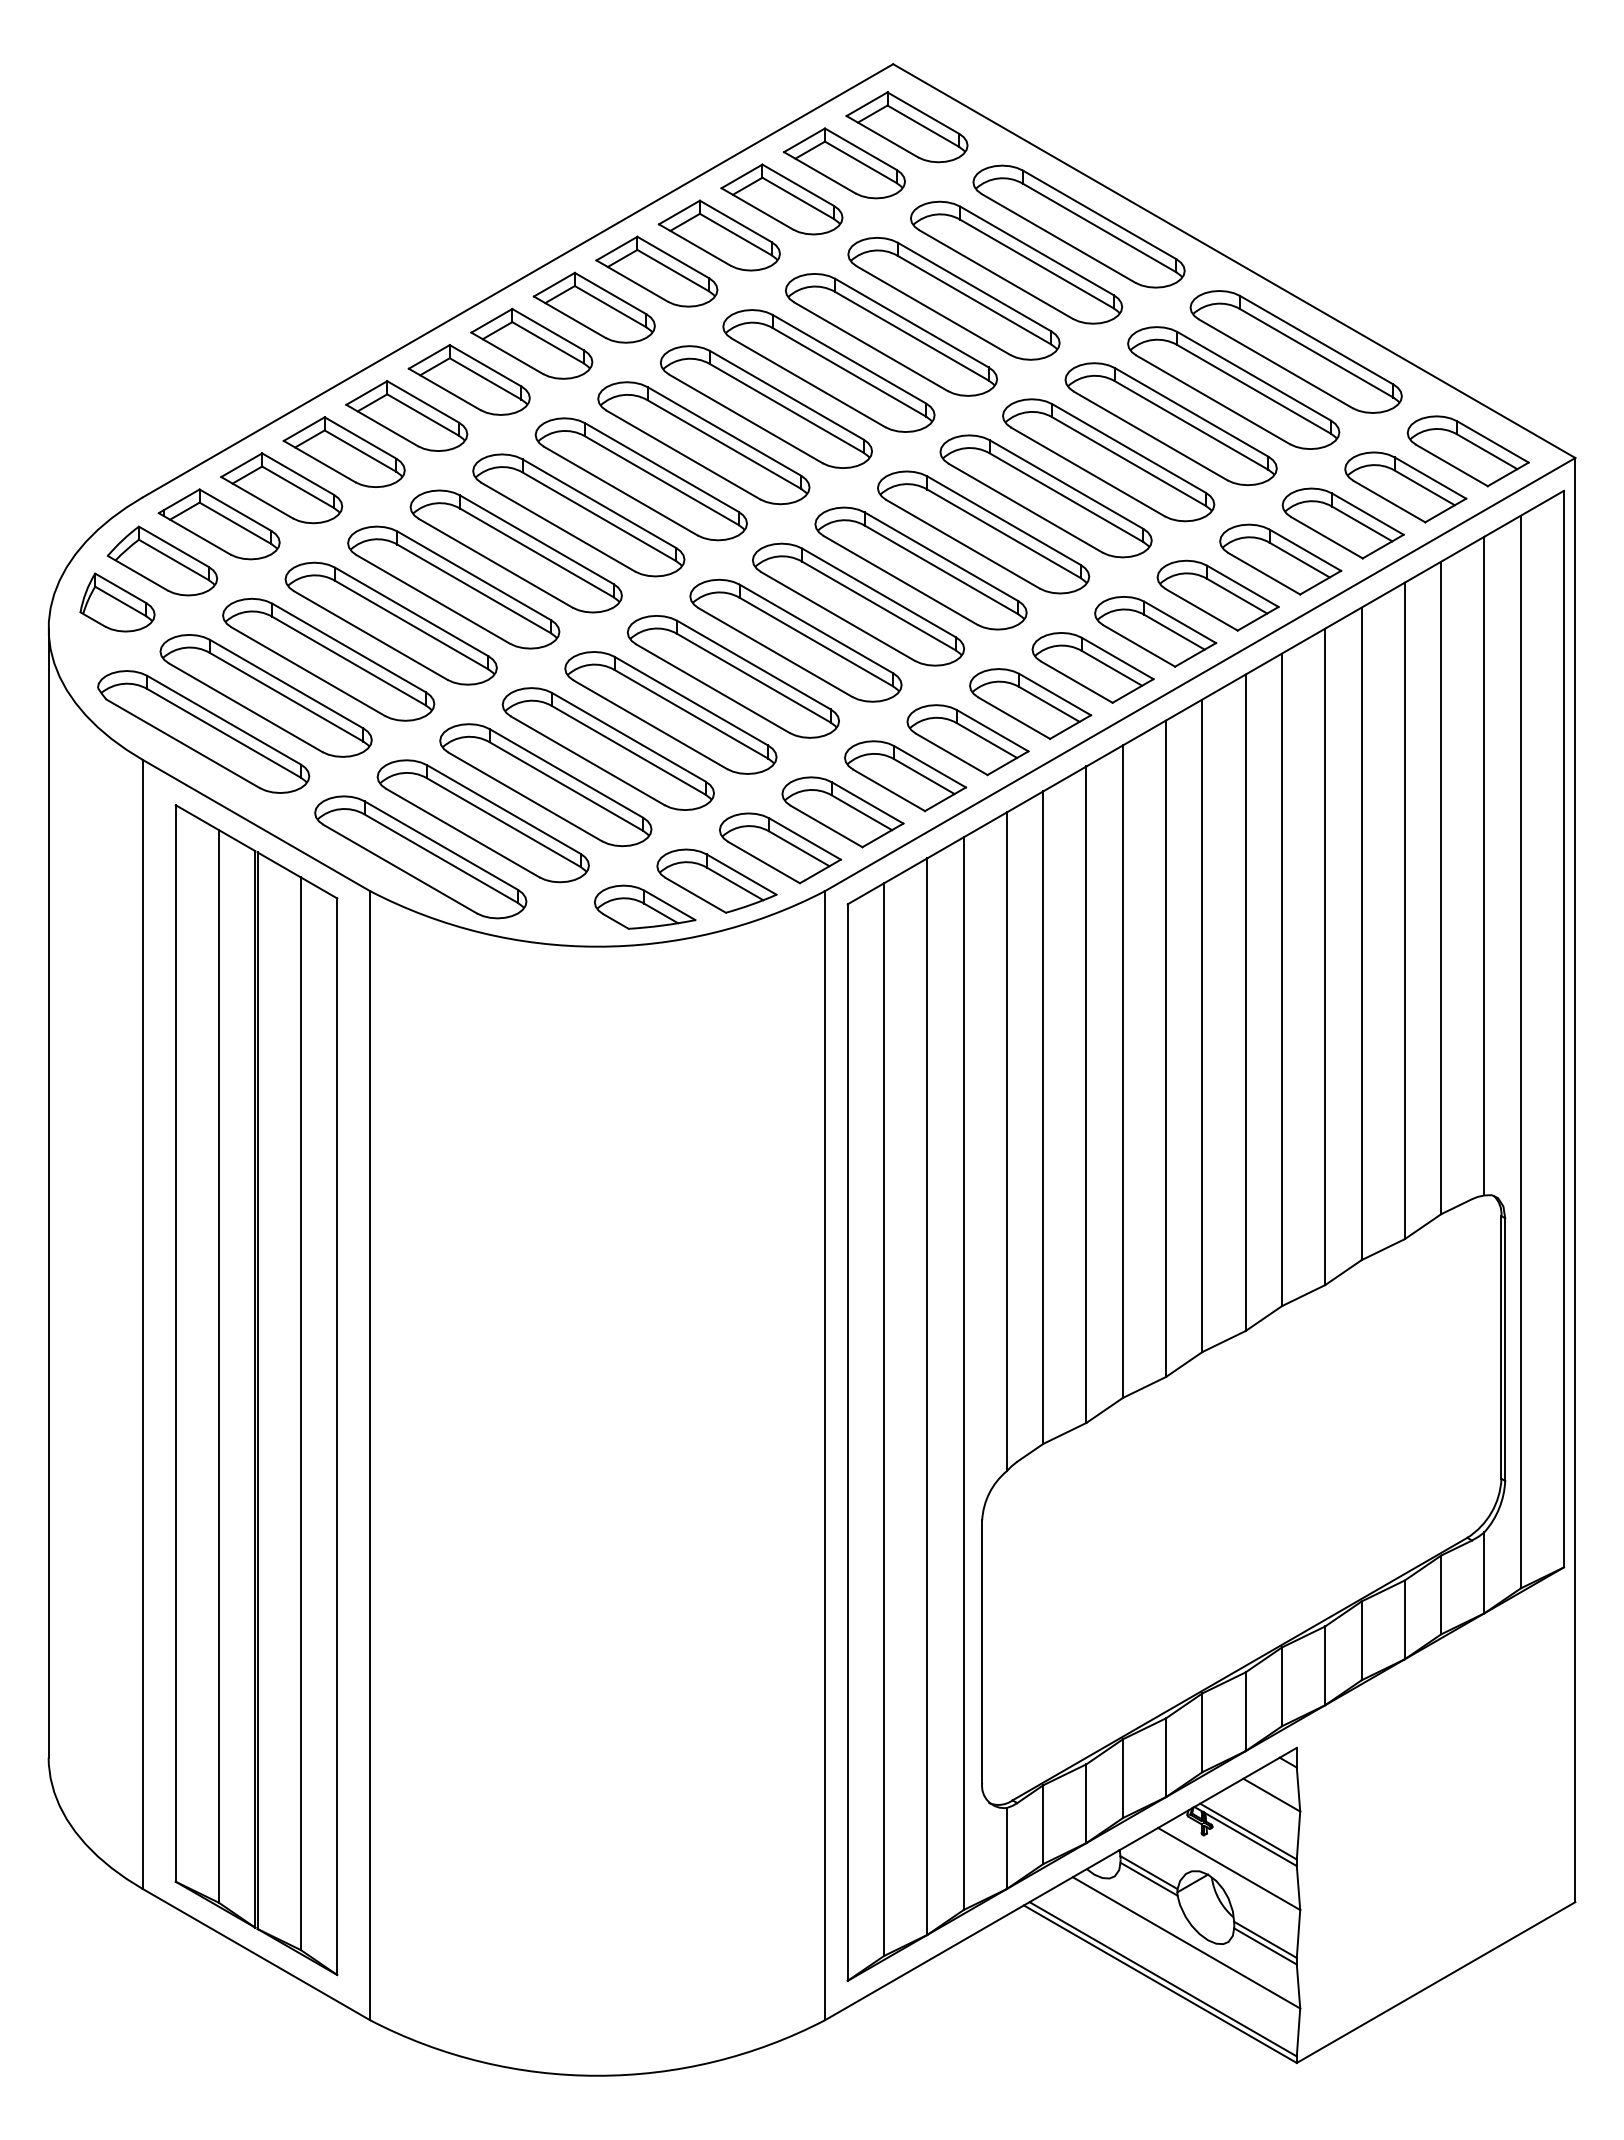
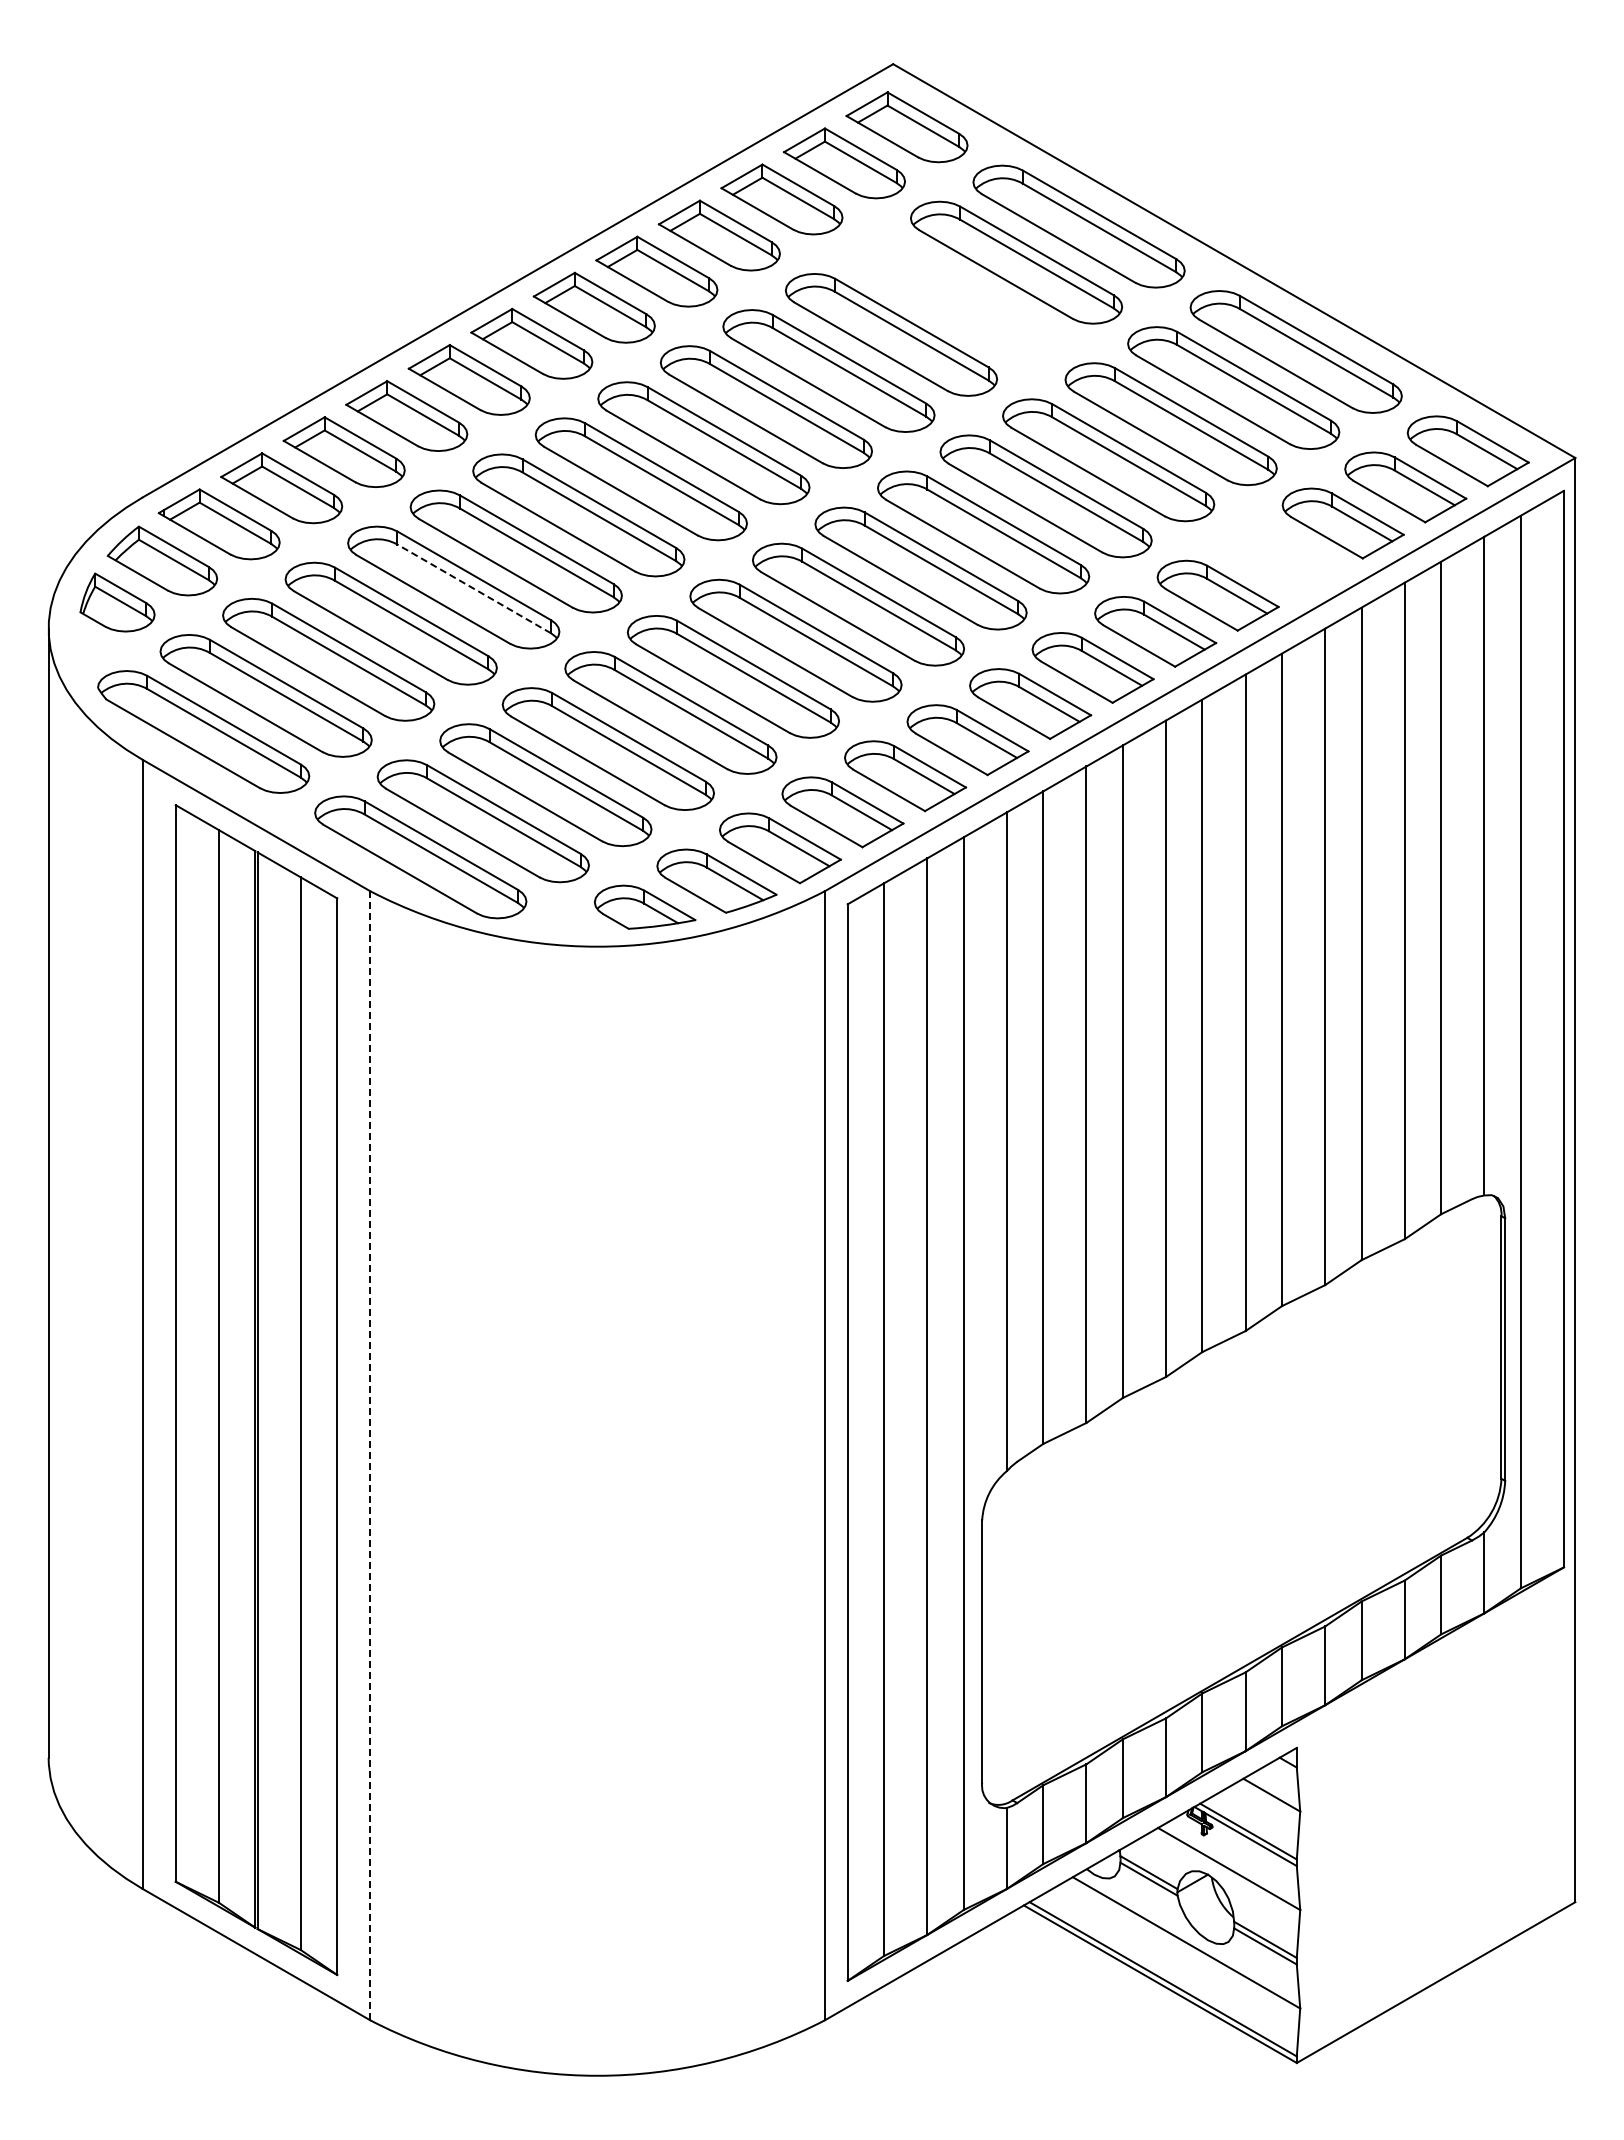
part at (953, 298): present -> none
part at (1280, 559): present -> none
line at (474, 588): solid -> dashed
line at (370, 1455): solid -> dashed
